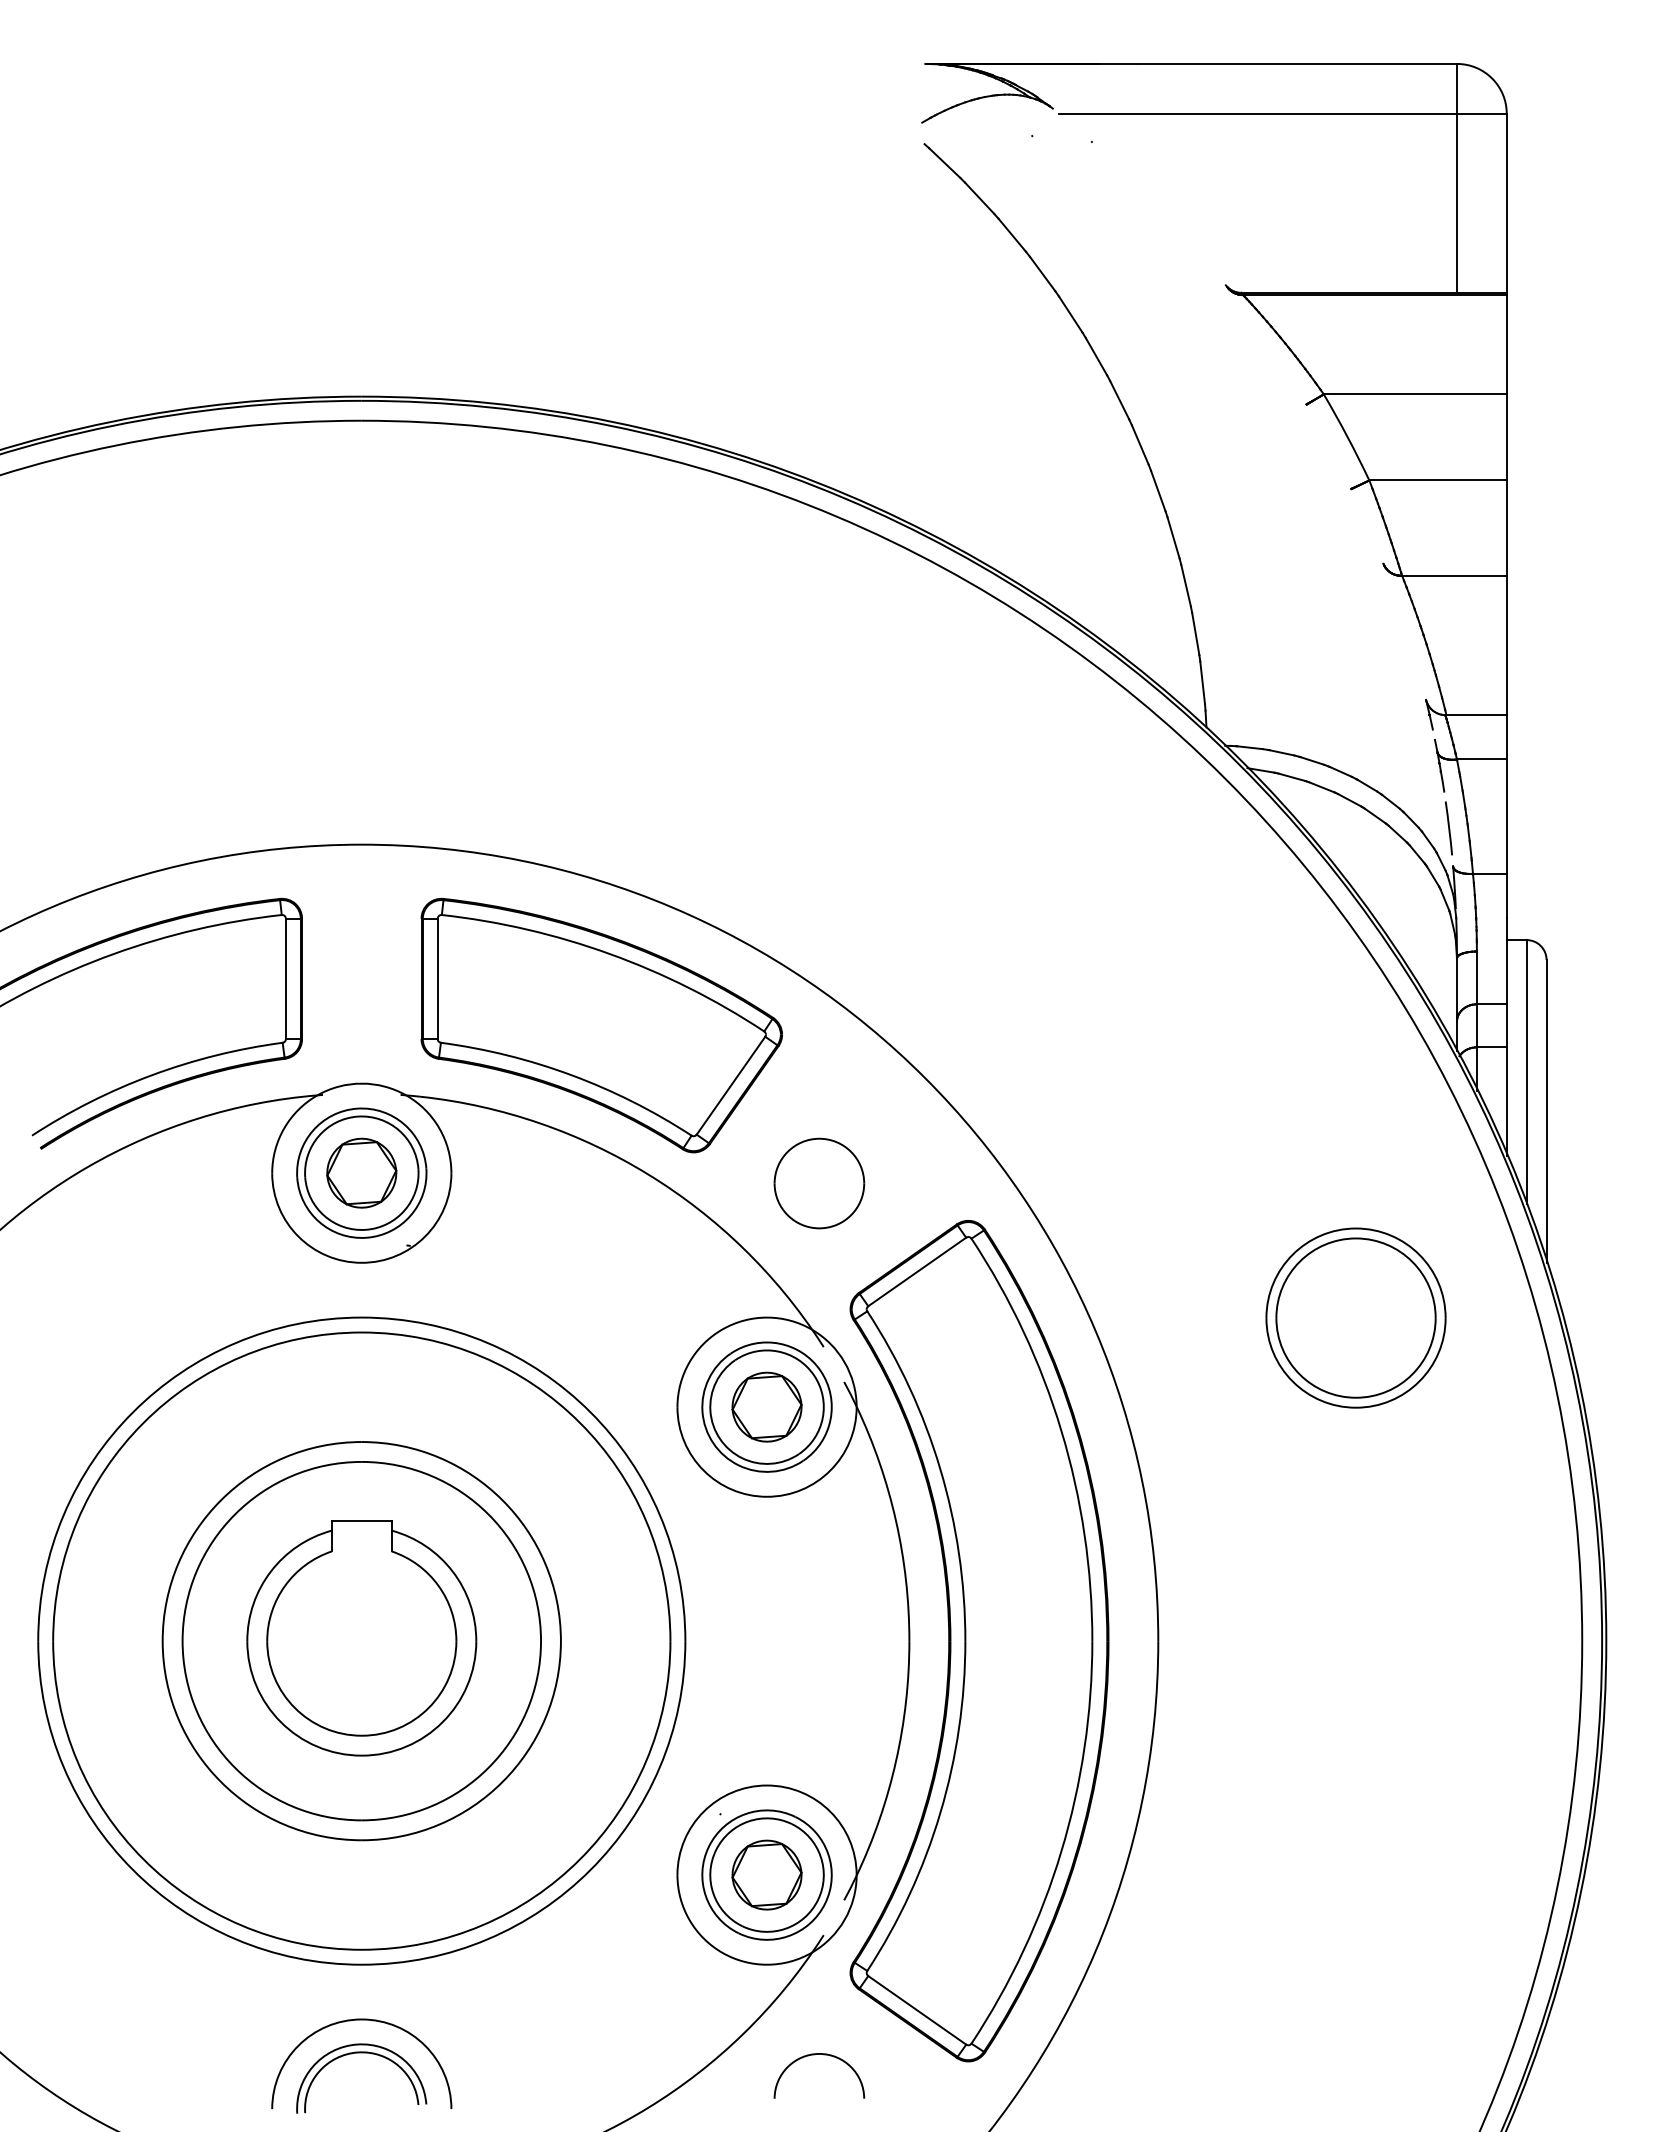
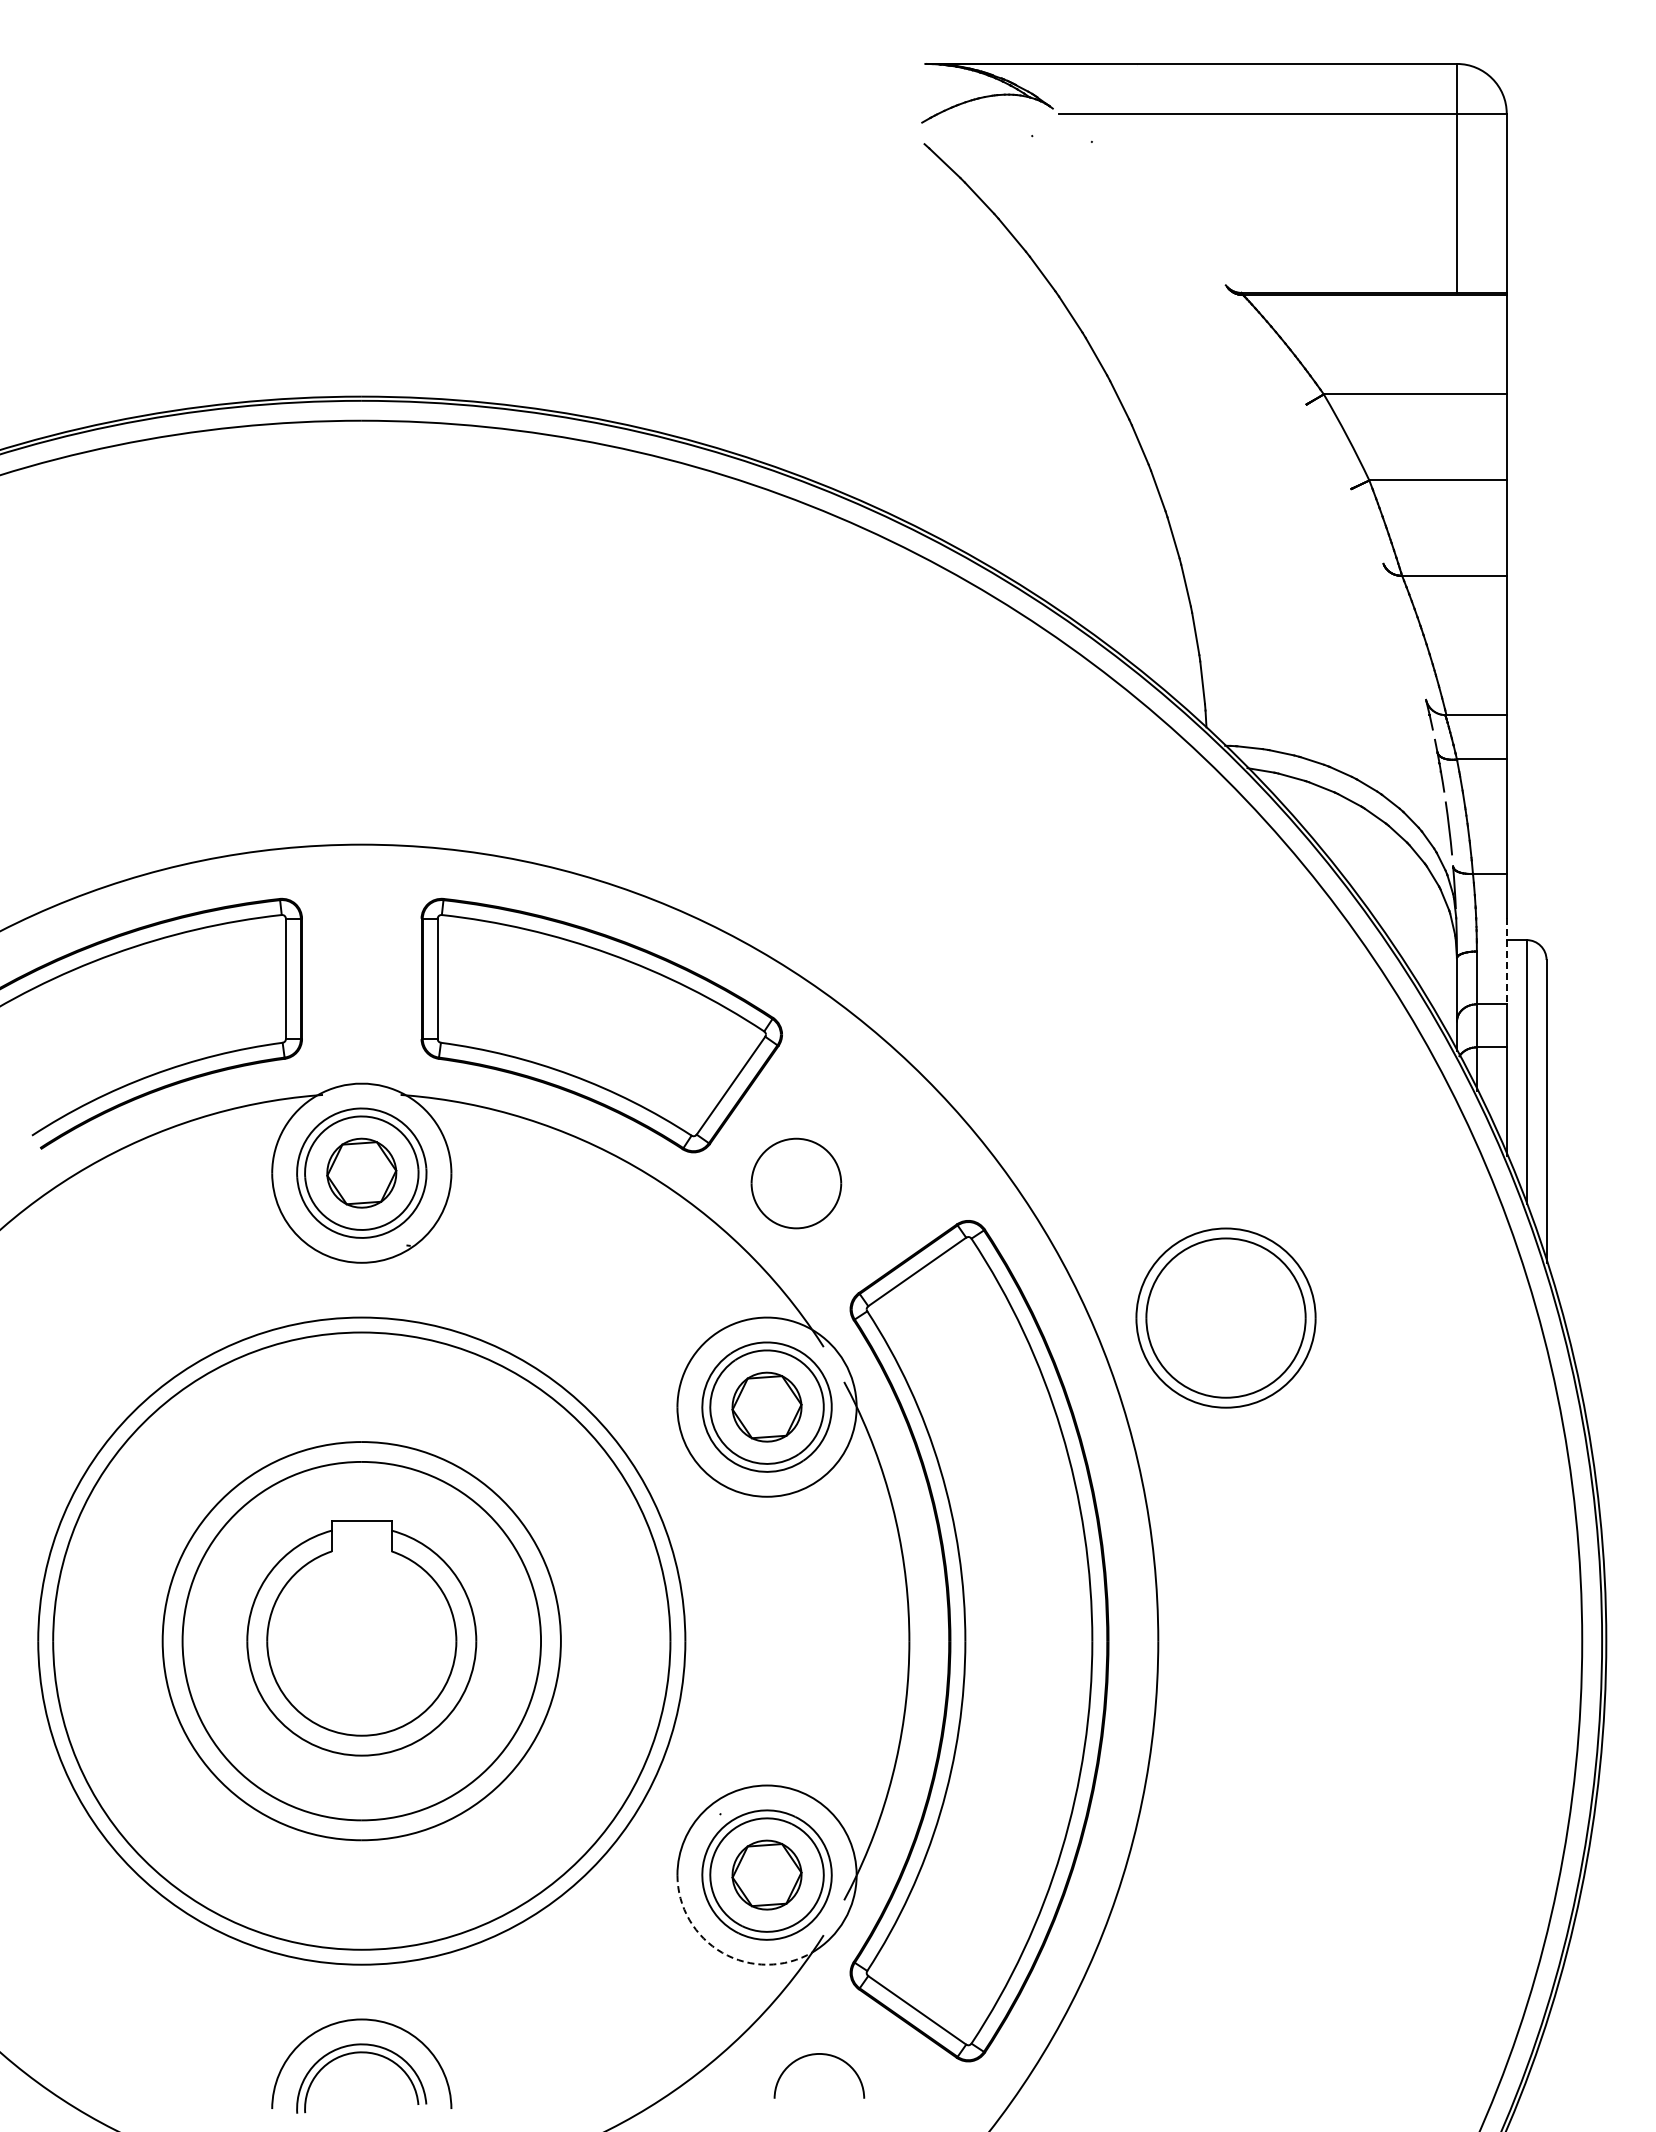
line at (1506, 961): solid -> dashed
part at (819, 1183) position: (819, 1183) -> (796, 1183)
part at (1355, 1317) position: (1355, 1317) -> (1225, 1317)
arc at (722, 1952): solid -> dashed
